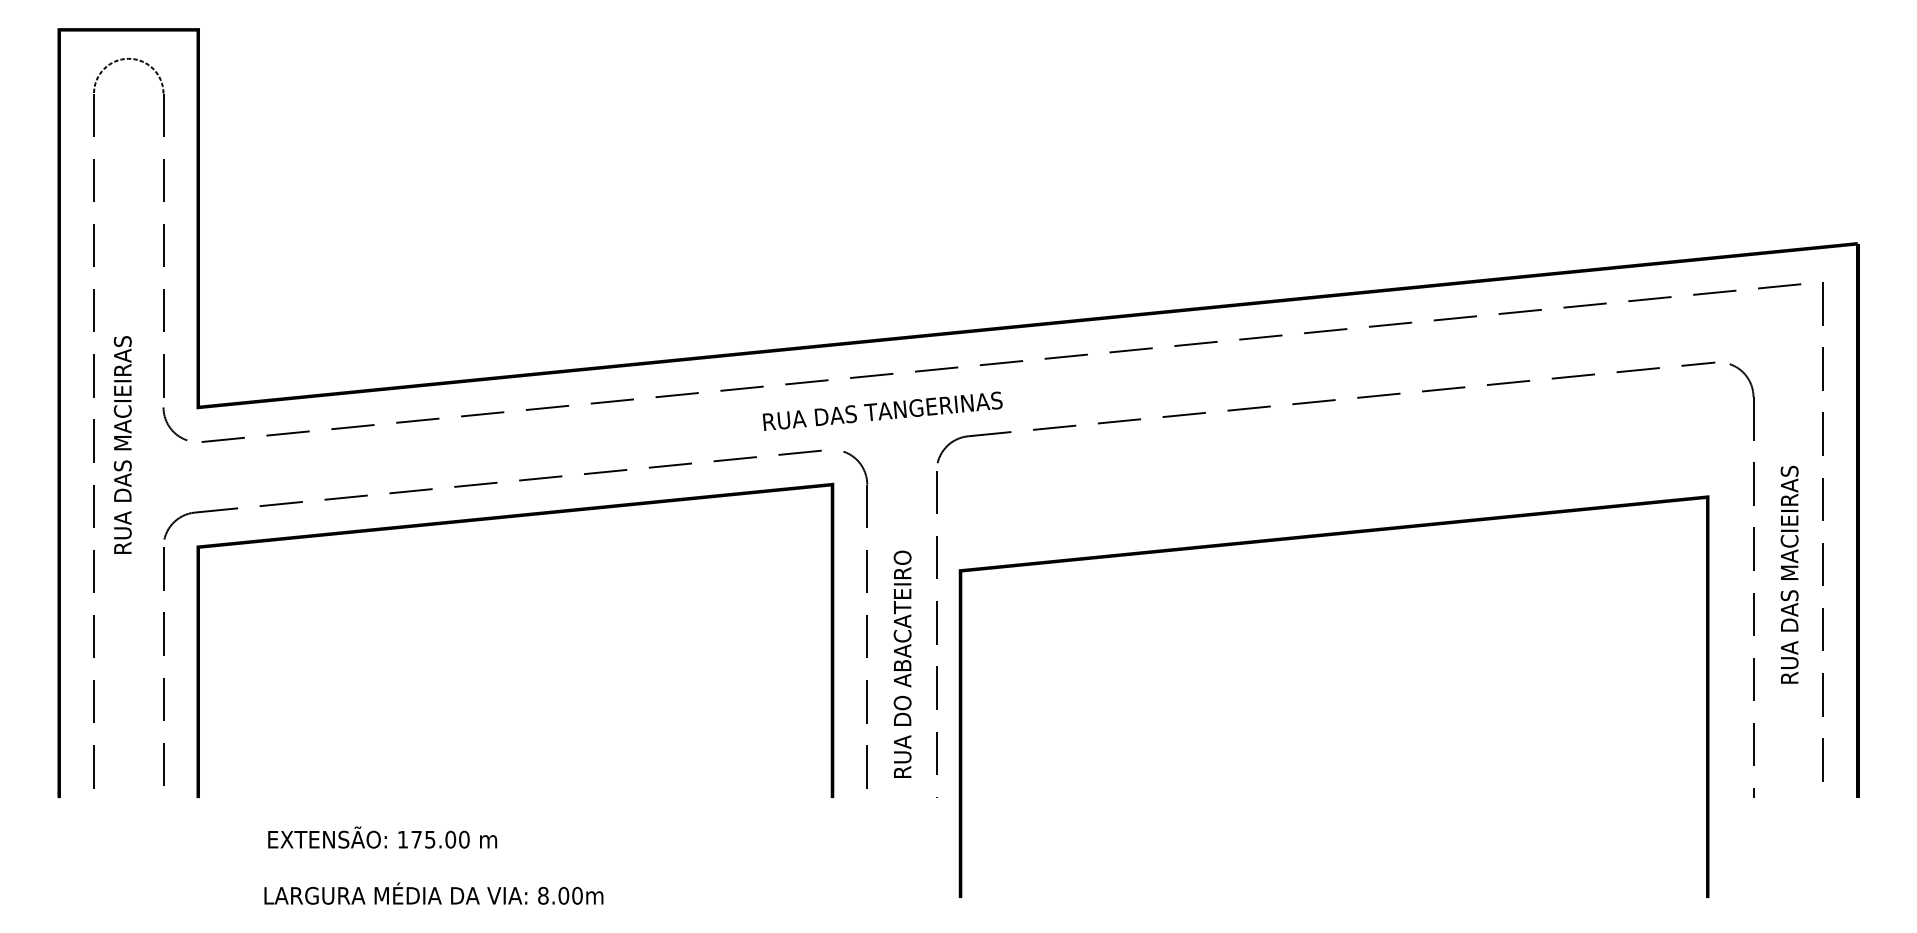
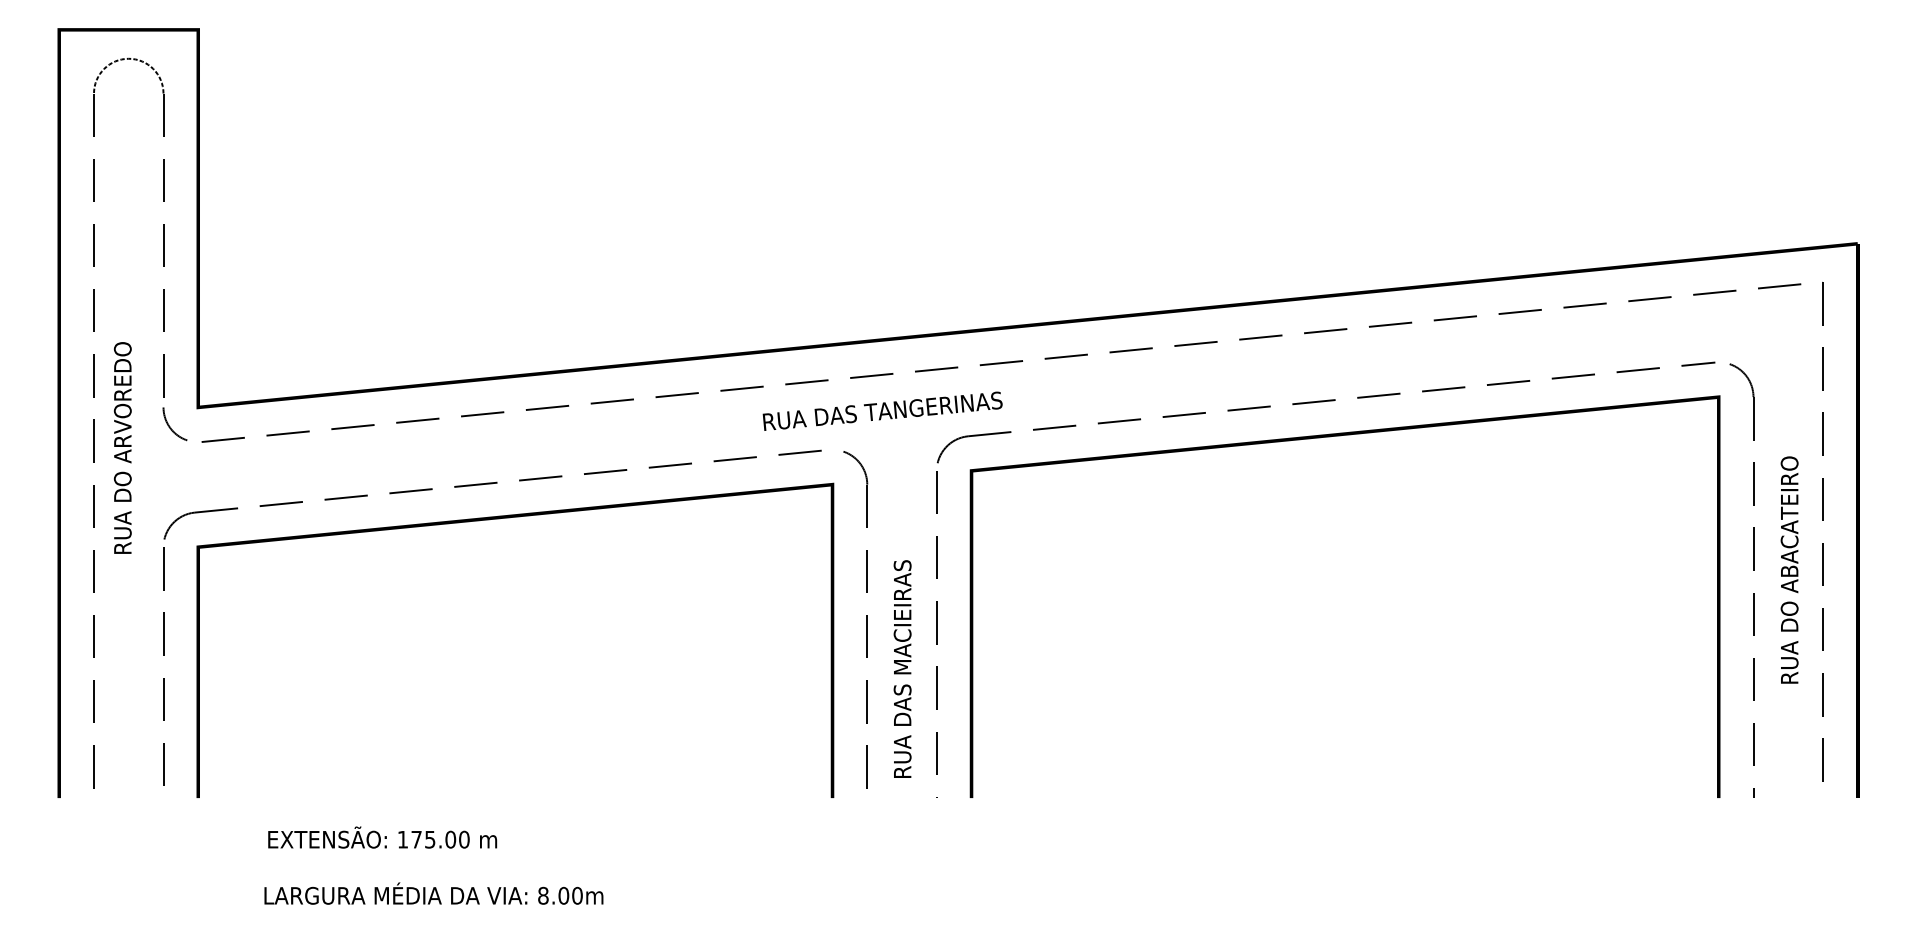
text at (122, 411): RUA DAS MACIEIRAS -> RUA DO ARVOREDO
text at (1789, 536): RUA DAS MACIEIRAS -> RUA DO ABACATEIRO
line at (1319, 537) position: (1319, 537) -> (1330, 437)
text at (902, 630): RUA DO ABACATEIRO -> RUA DAS MACIEIRAS
